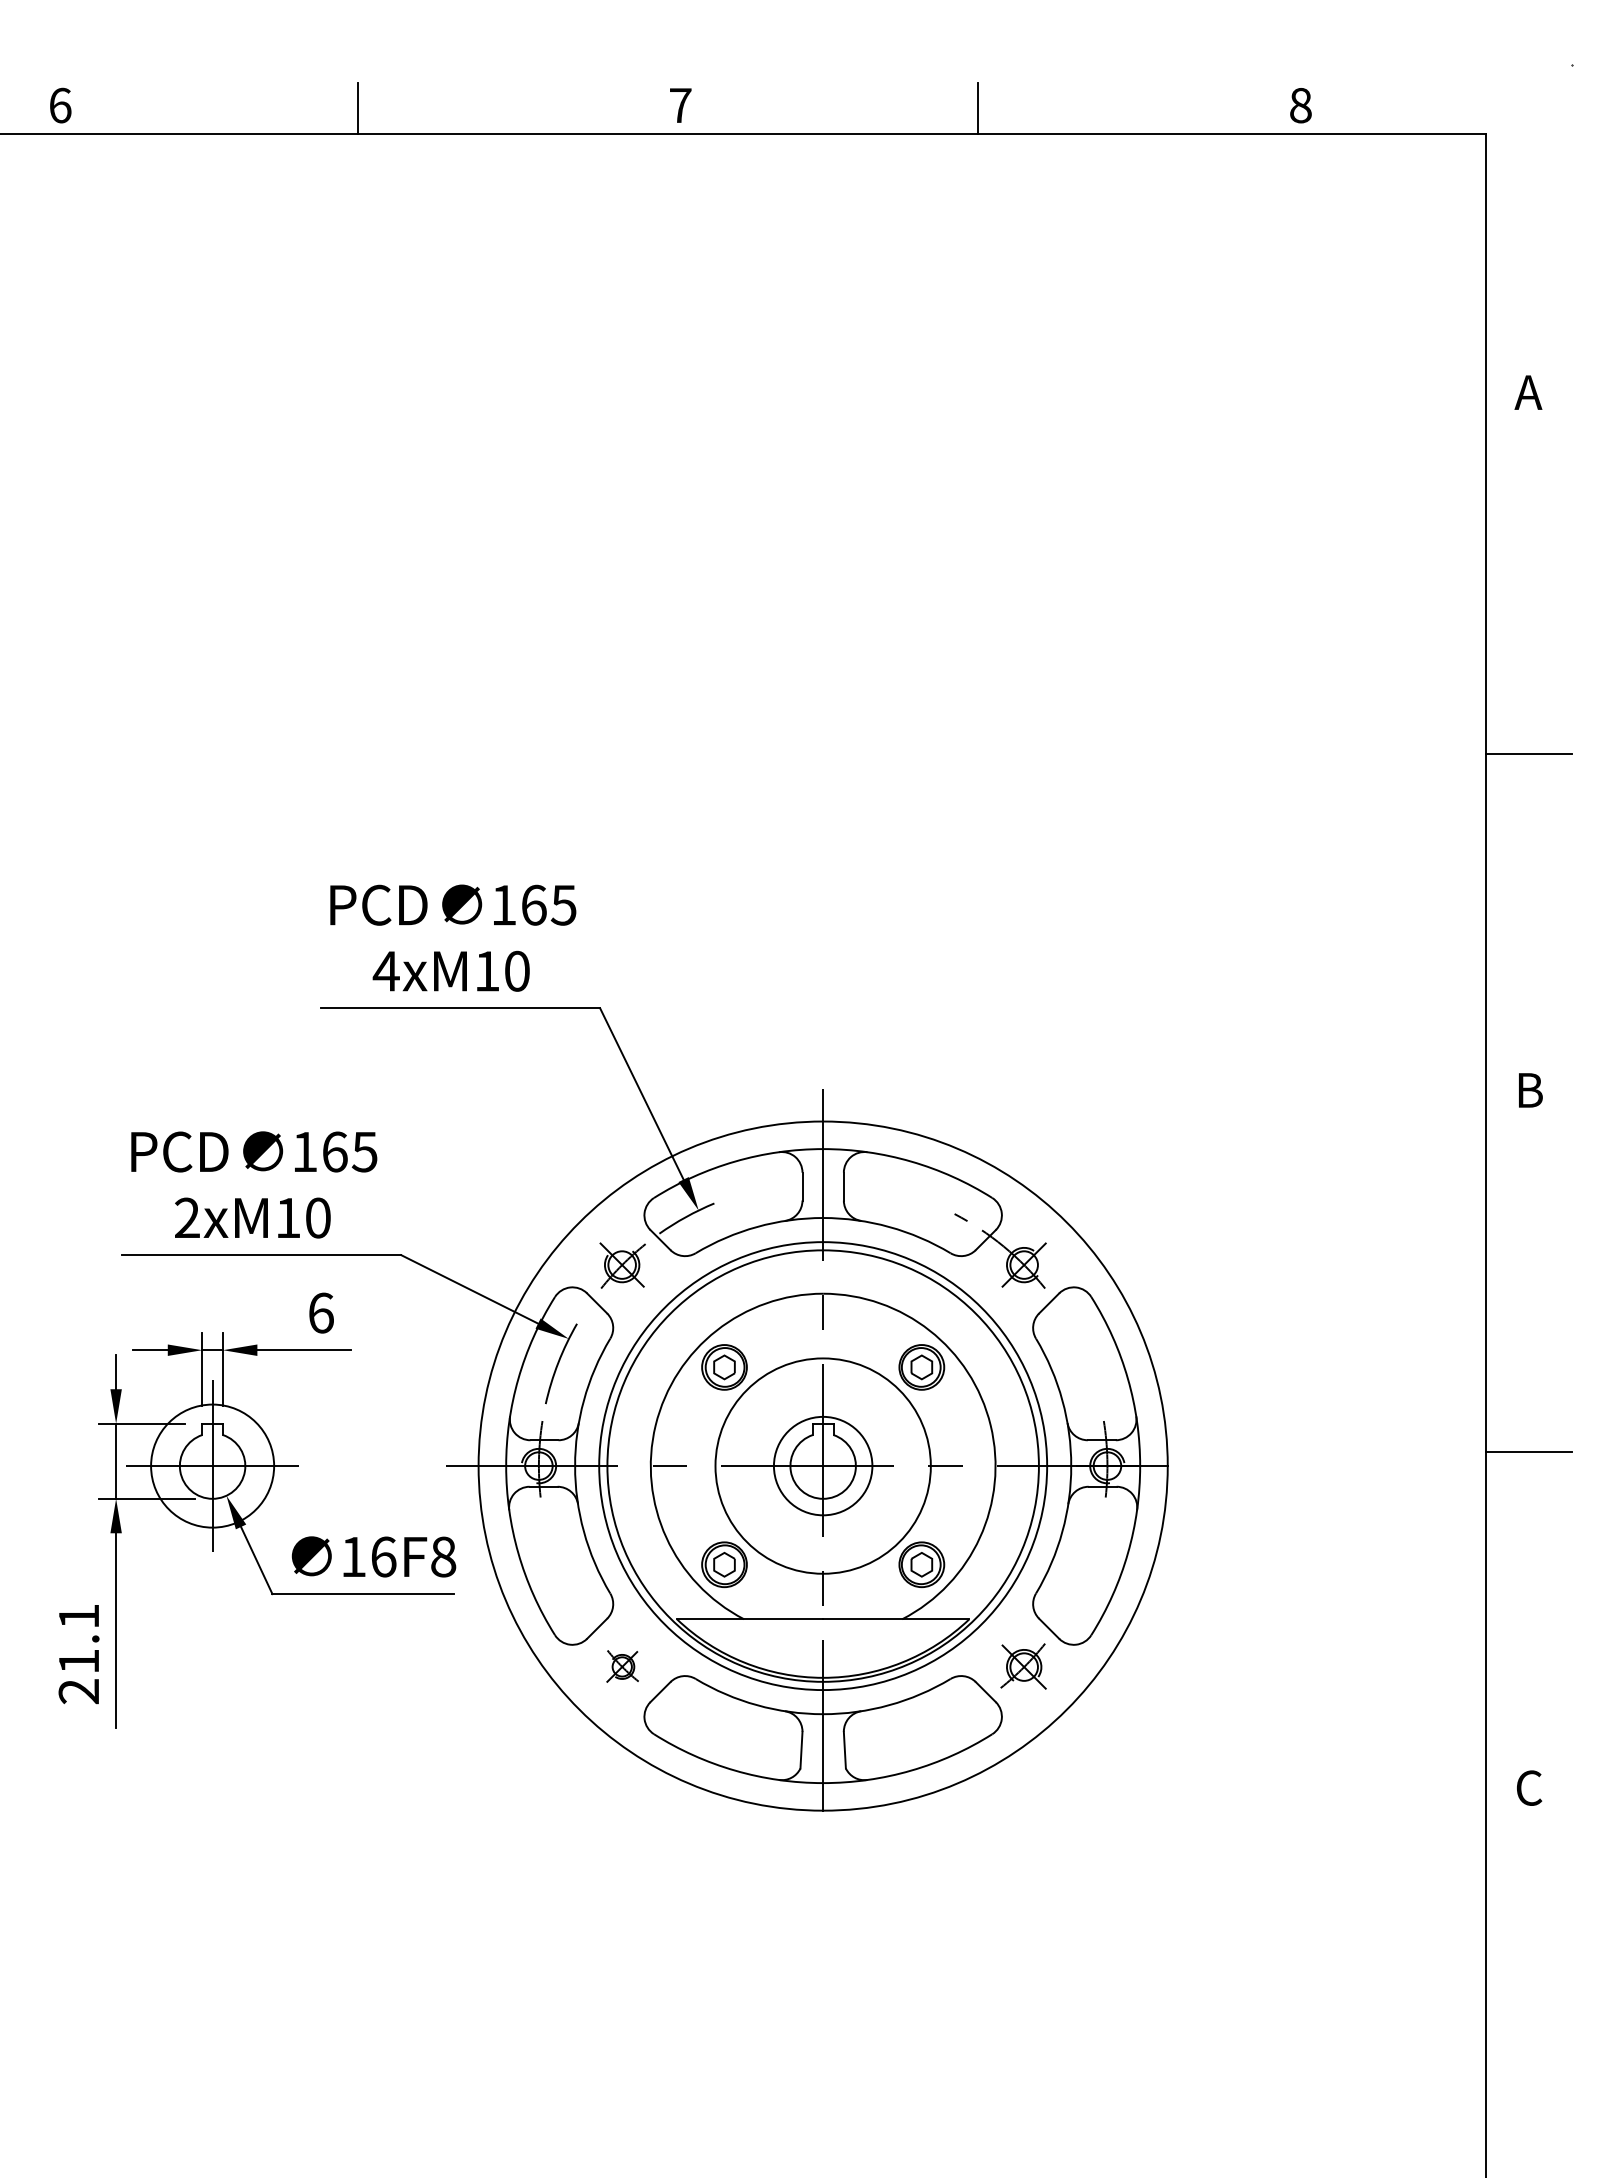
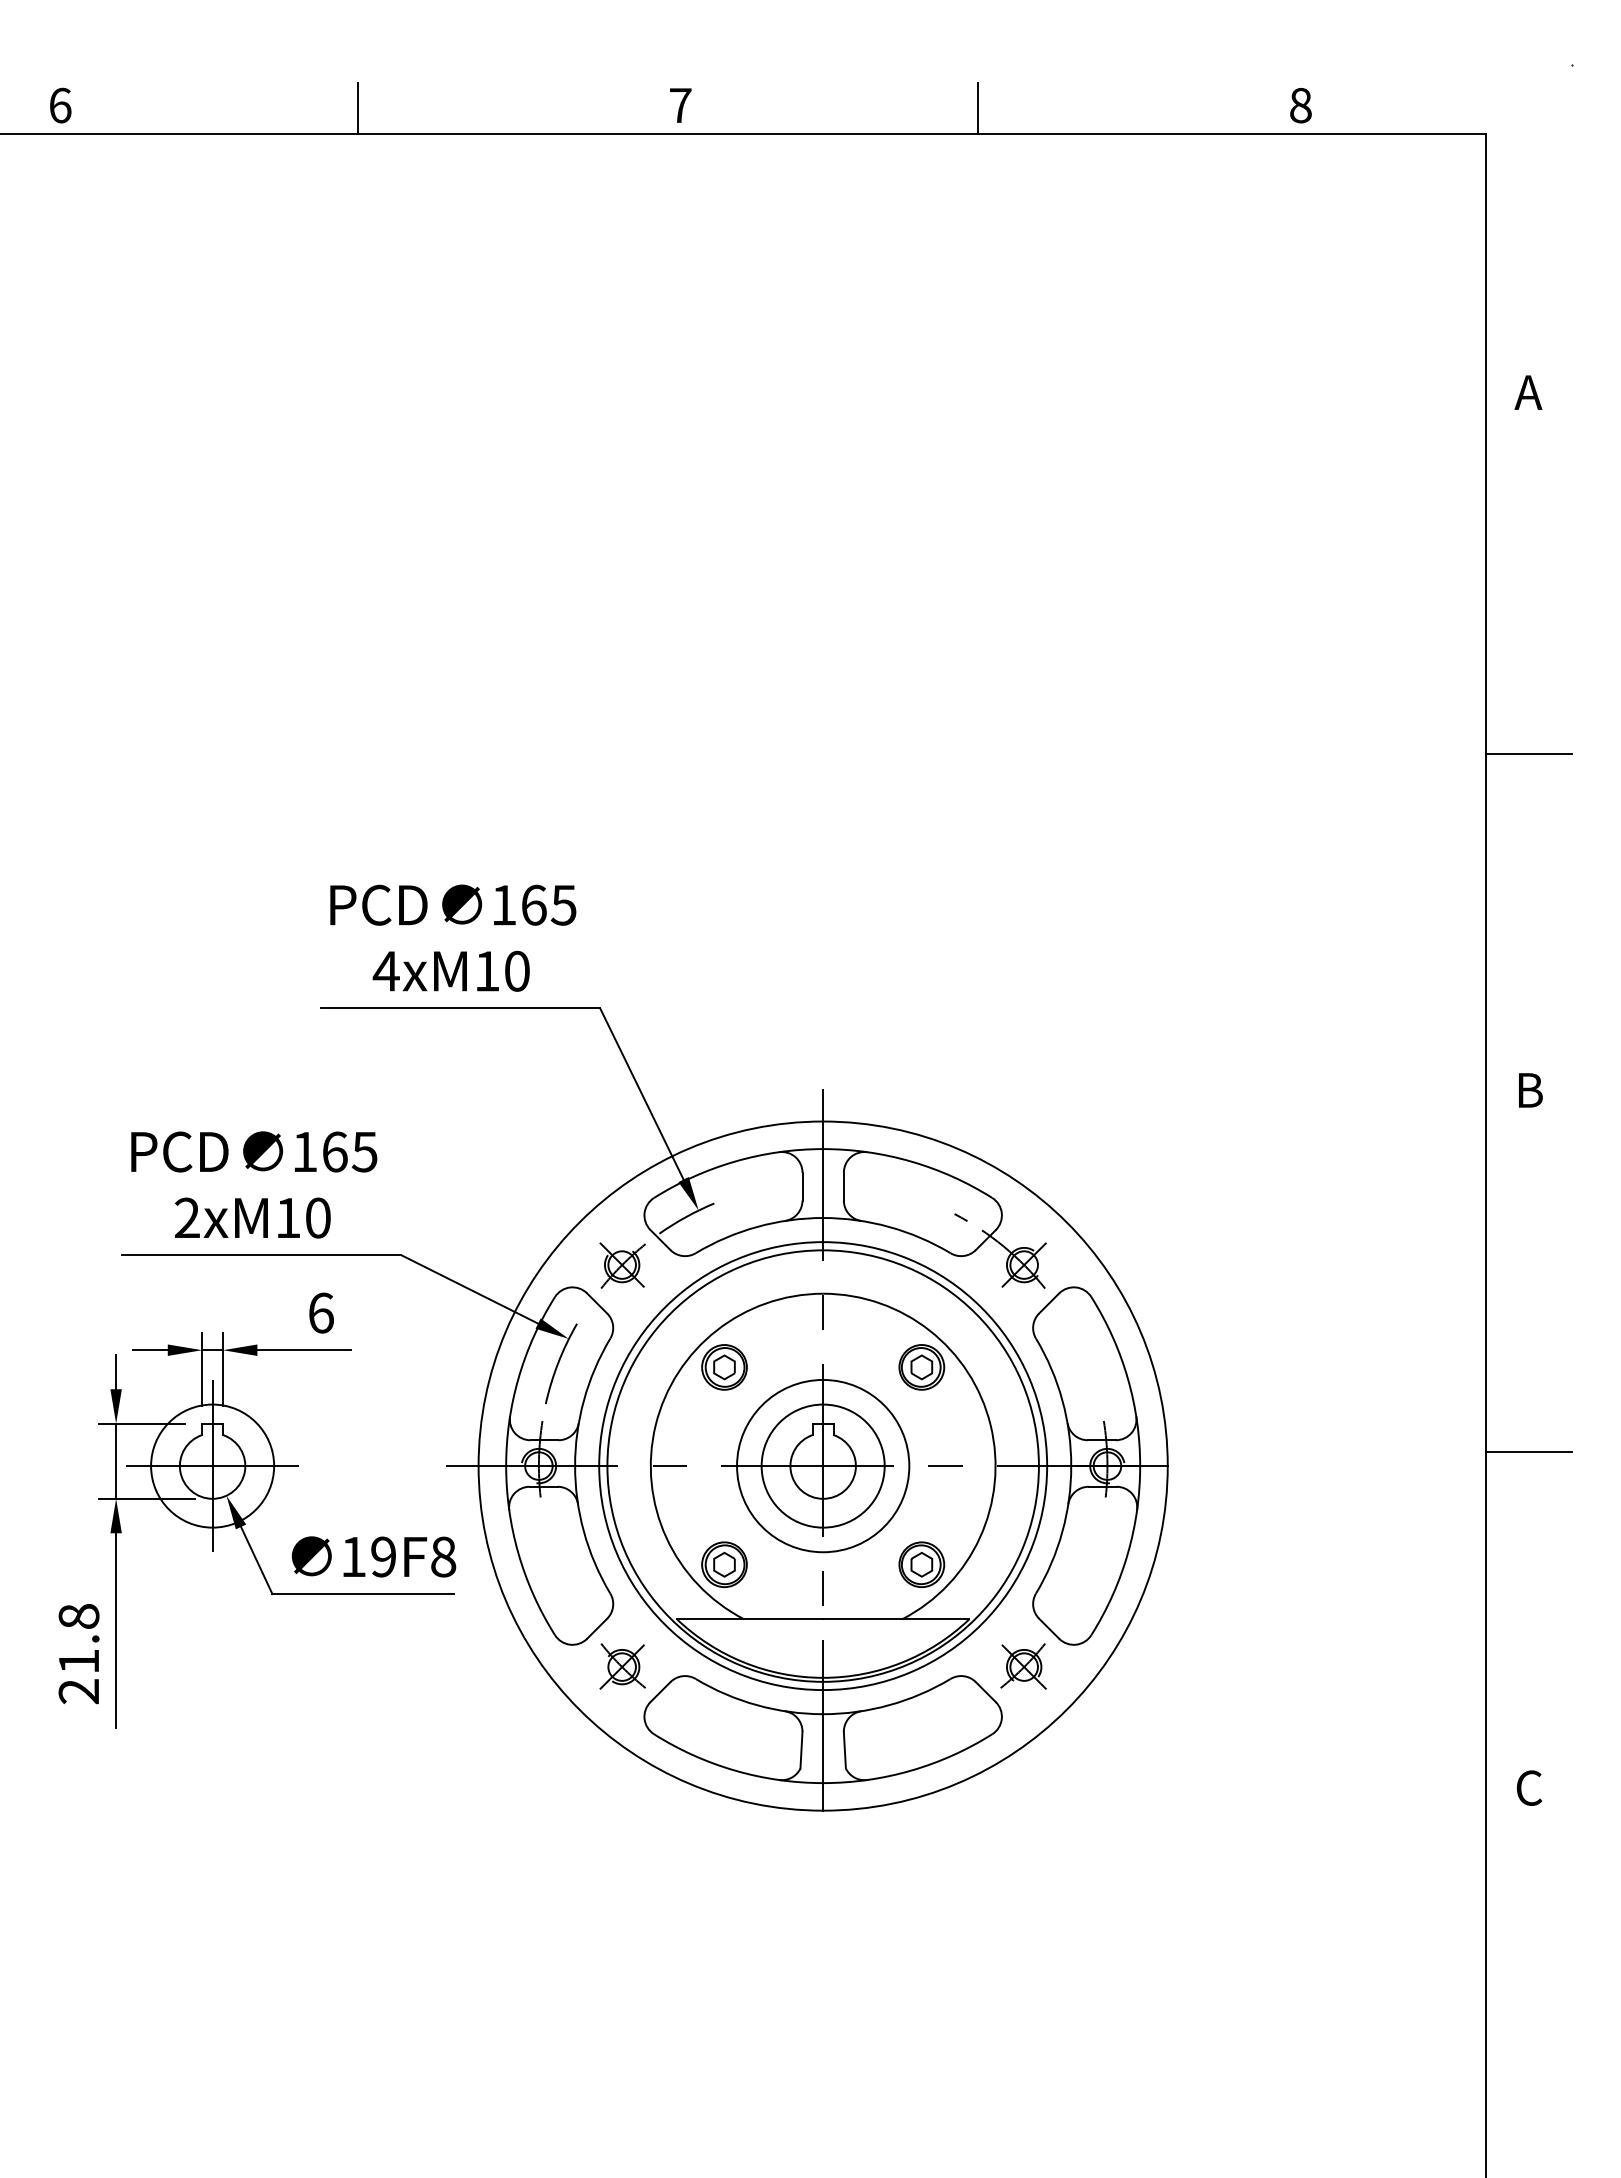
circle at (822, 1465) diameter: 215 px -> 172 px
circle at (822, 1465) diameter: 98 px -> 123 px
text at (383, 1556): 16F8 -> 19F8
text at (78, 1616): 21.1 -> 21.8
part at (622, 1666) size: 33x33 px -> 47x47 px
